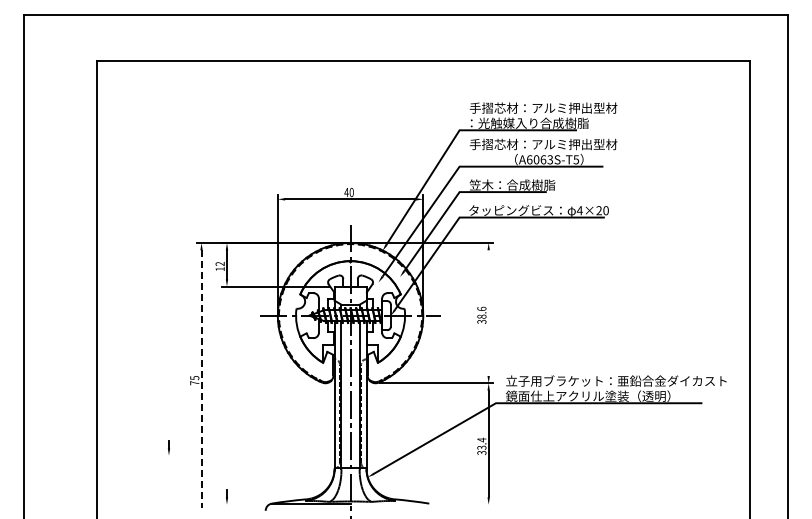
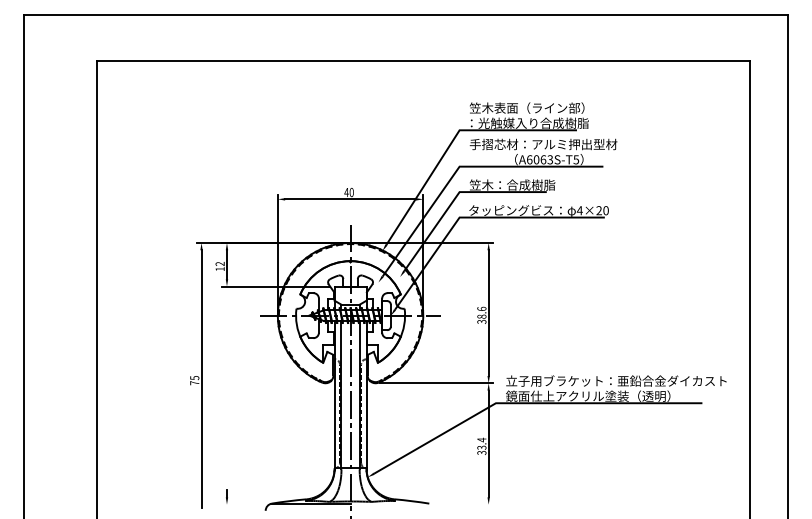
text at (543, 107): 手摺芯材：アルミ押出型材 -> 笠木表面（ライン部）
line at (488, 313): none -> present
line at (201, 379): dashed -> solid
line at (168, 447): present -> none
